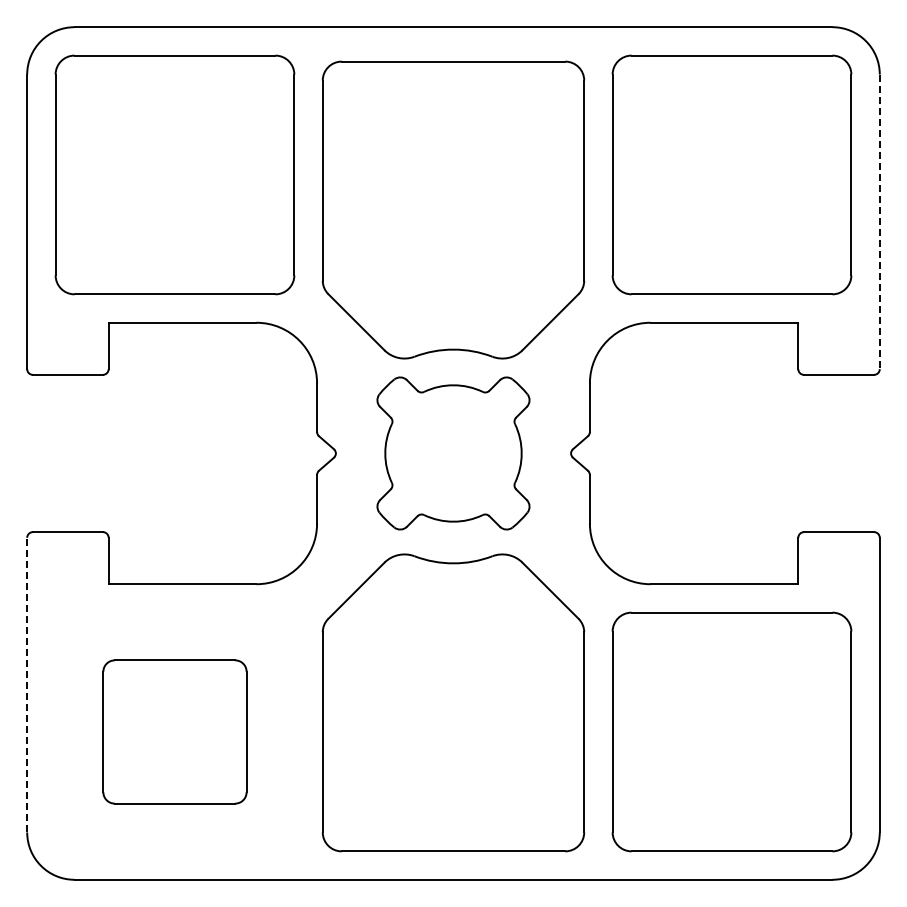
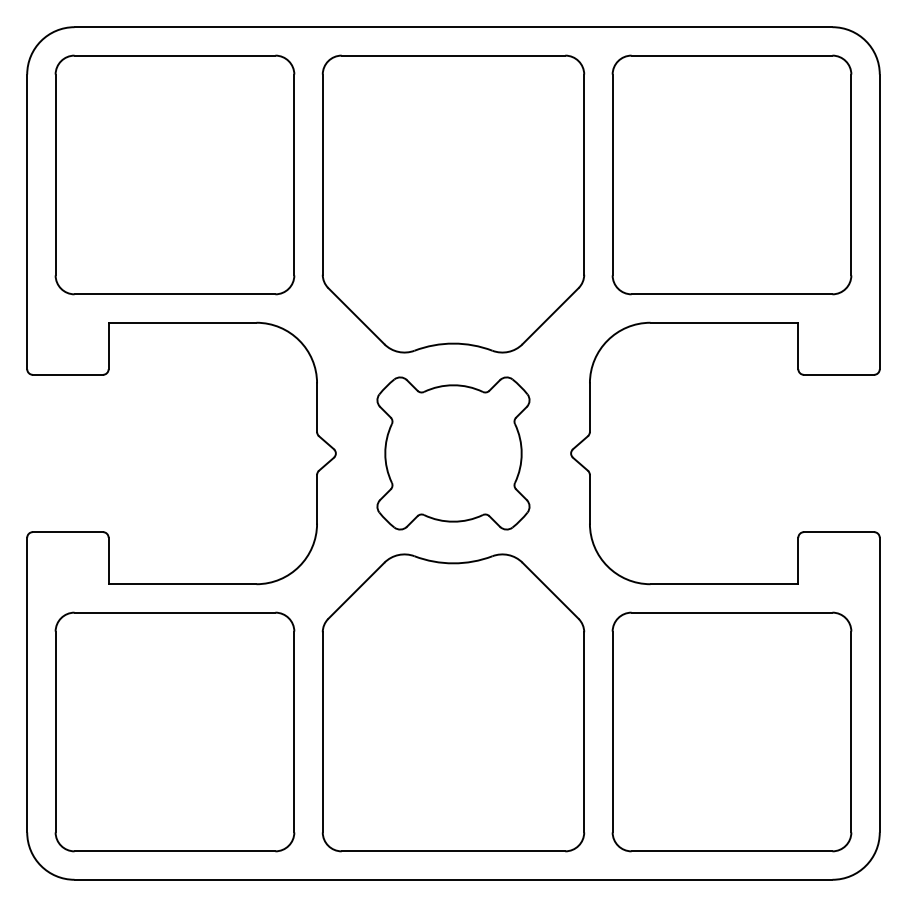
part at (453, 209) position: (453, 209) -> (453, 203)
line at (879, 222): dashed -> solid
line at (27, 684): dashed -> solid
part at (174, 731) size: 146x146 px -> 242x242 px
